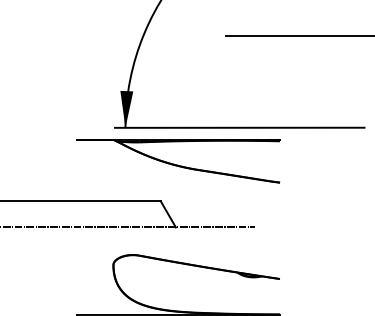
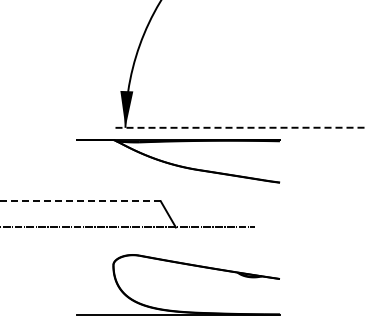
line at (298, 36): present -> none
line at (239, 127): solid -> dashed
line at (80, 201): solid -> dashed
